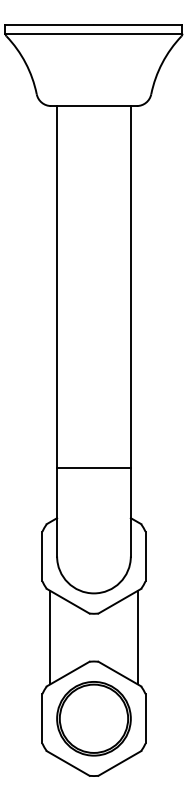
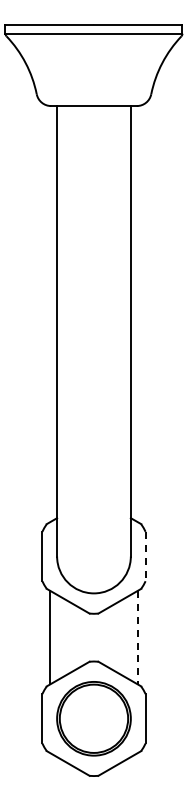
line at (93, 468): present -> none
line at (145, 556): solid -> dashed
line at (137, 637): solid -> dashed
